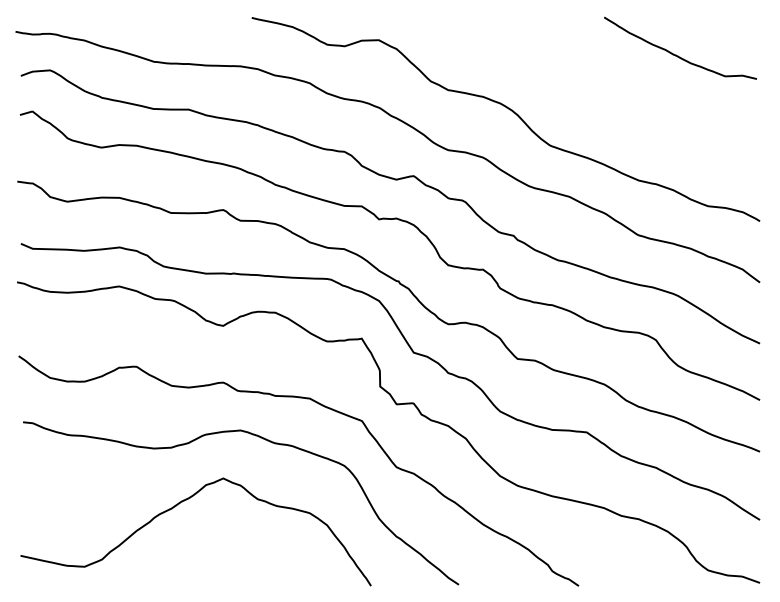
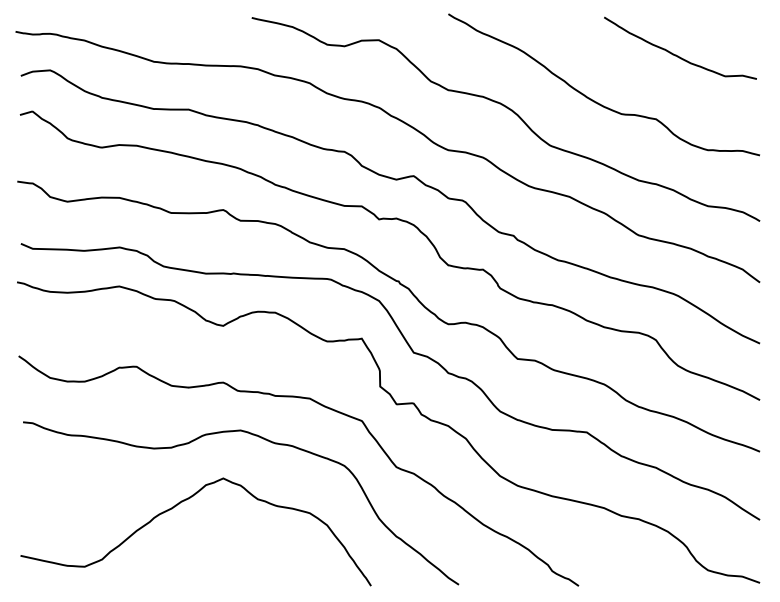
curve at (594, 100): none -> present
